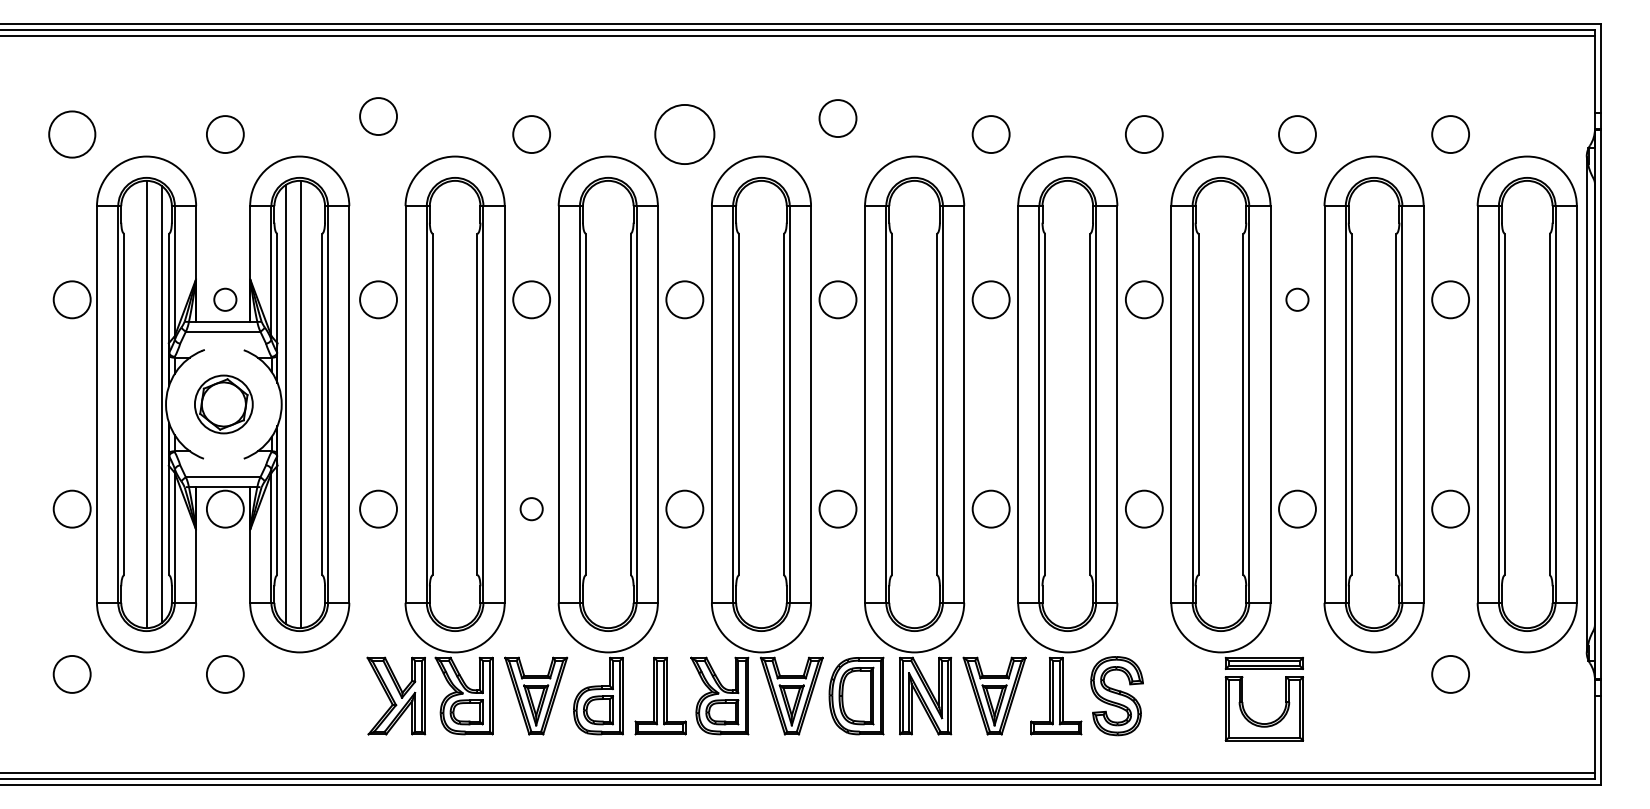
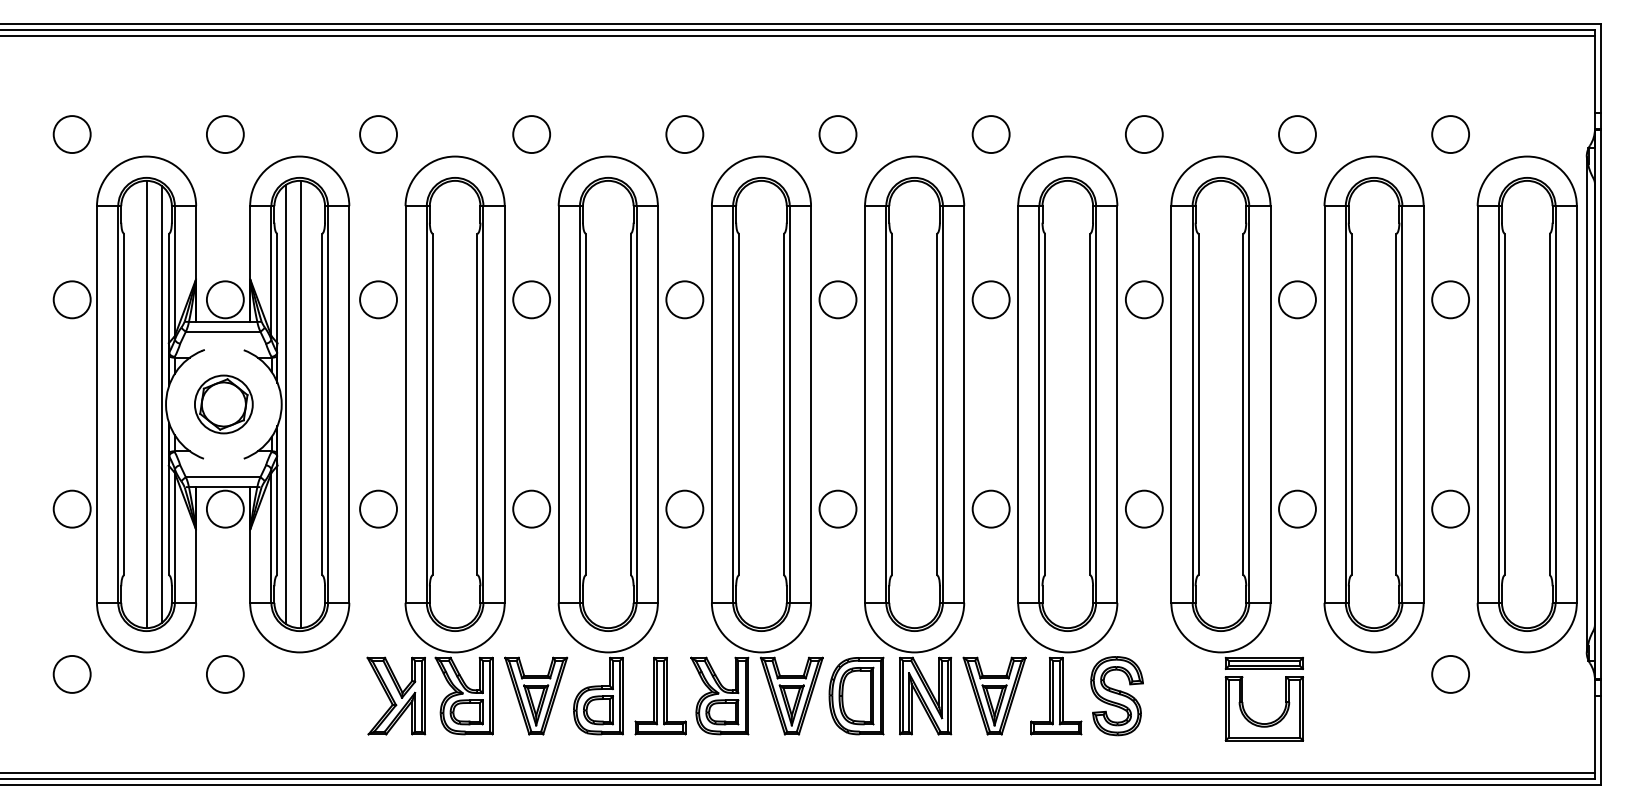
circle at (378, 116) position: (378, 116) -> (378, 134)
circle at (837, 118) position: (837, 118) -> (837, 134)
circle at (72, 134) size: 49x49 px -> 40x39 px
circle at (684, 134) diameter: 59 px -> 37 px
circle at (225, 299) diameter: 22 px -> 37 px
circle at (1297, 299) diameter: 22 px -> 37 px
circle at (531, 509) diameter: 22 px -> 37 px
